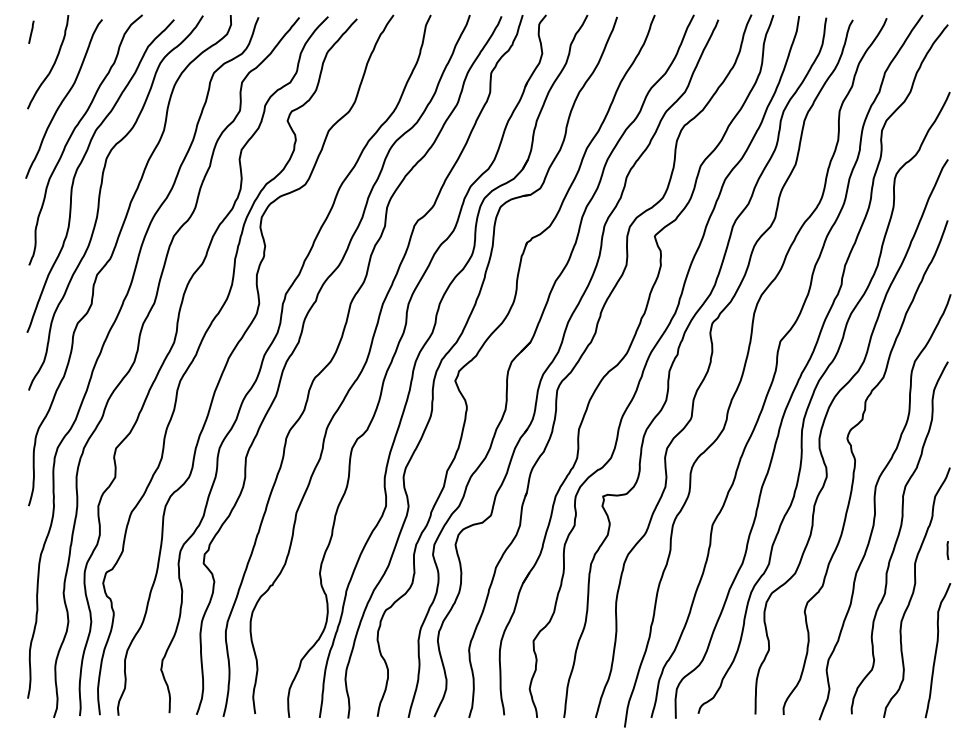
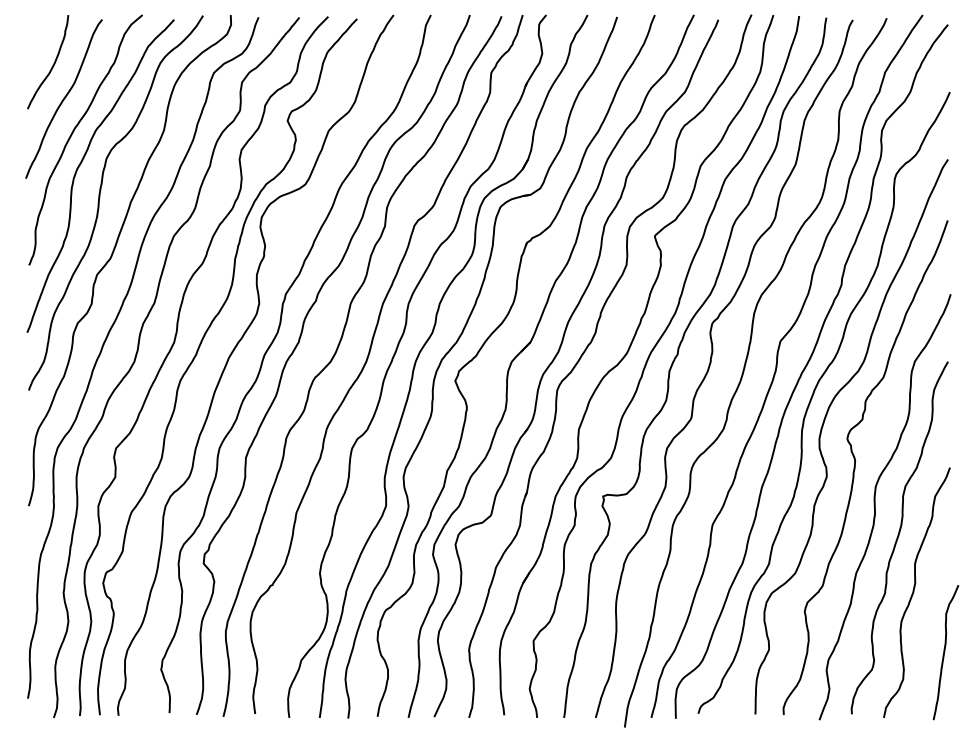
line at (31, 31): present -> none
line at (947, 550): present -> none
curve at (937, 650) position: (937, 650) -> (945, 652)
